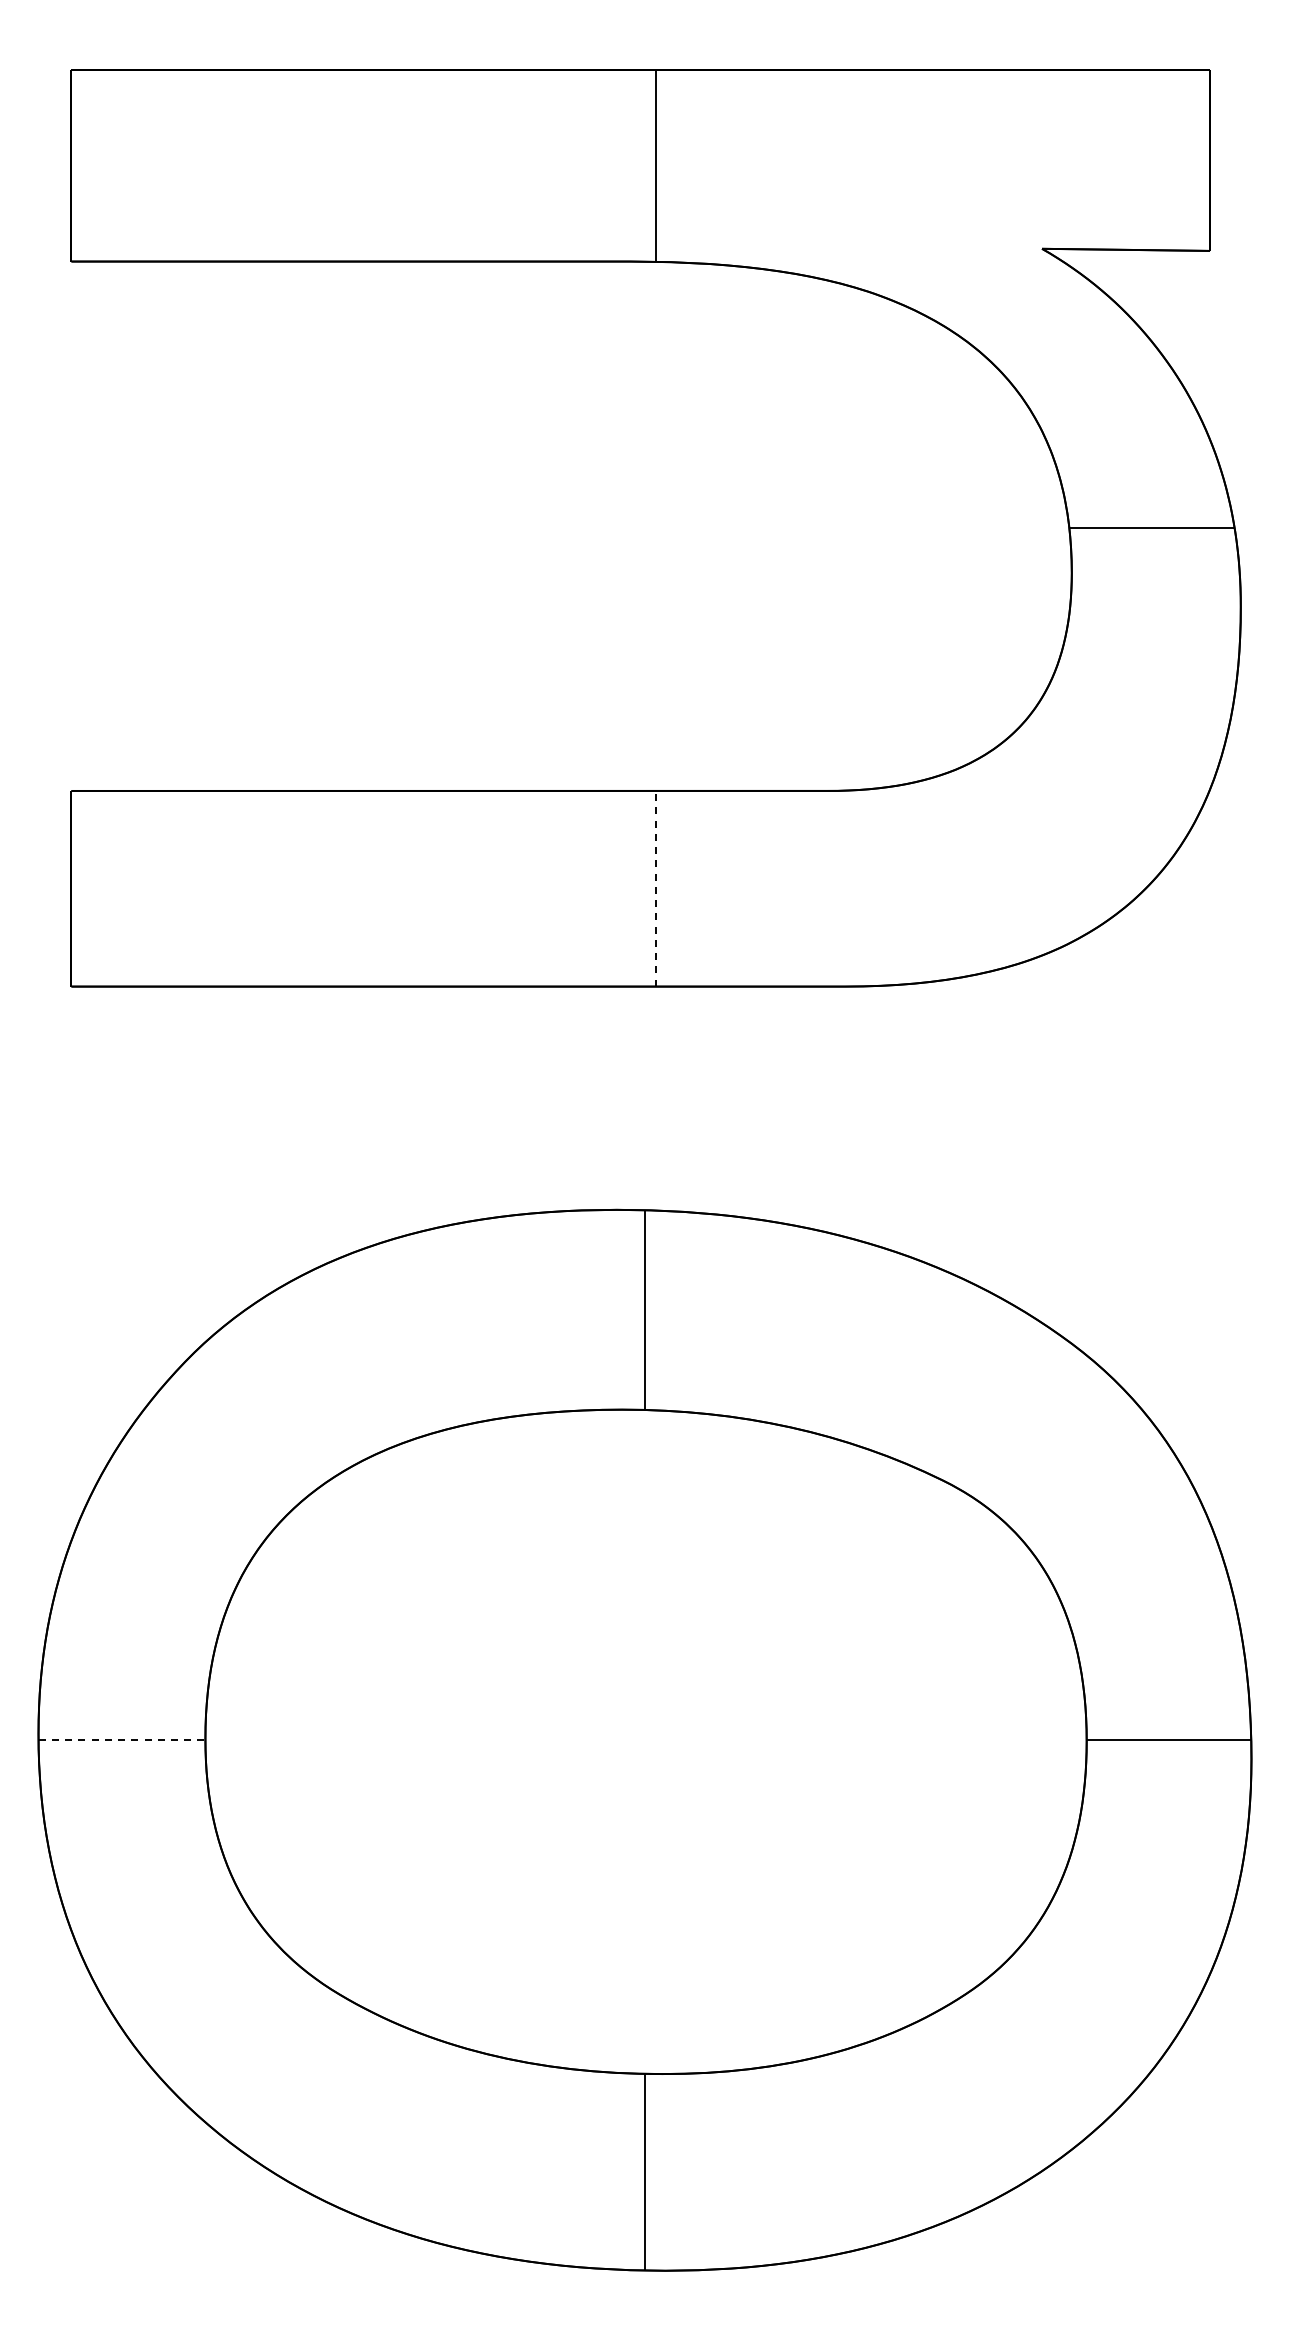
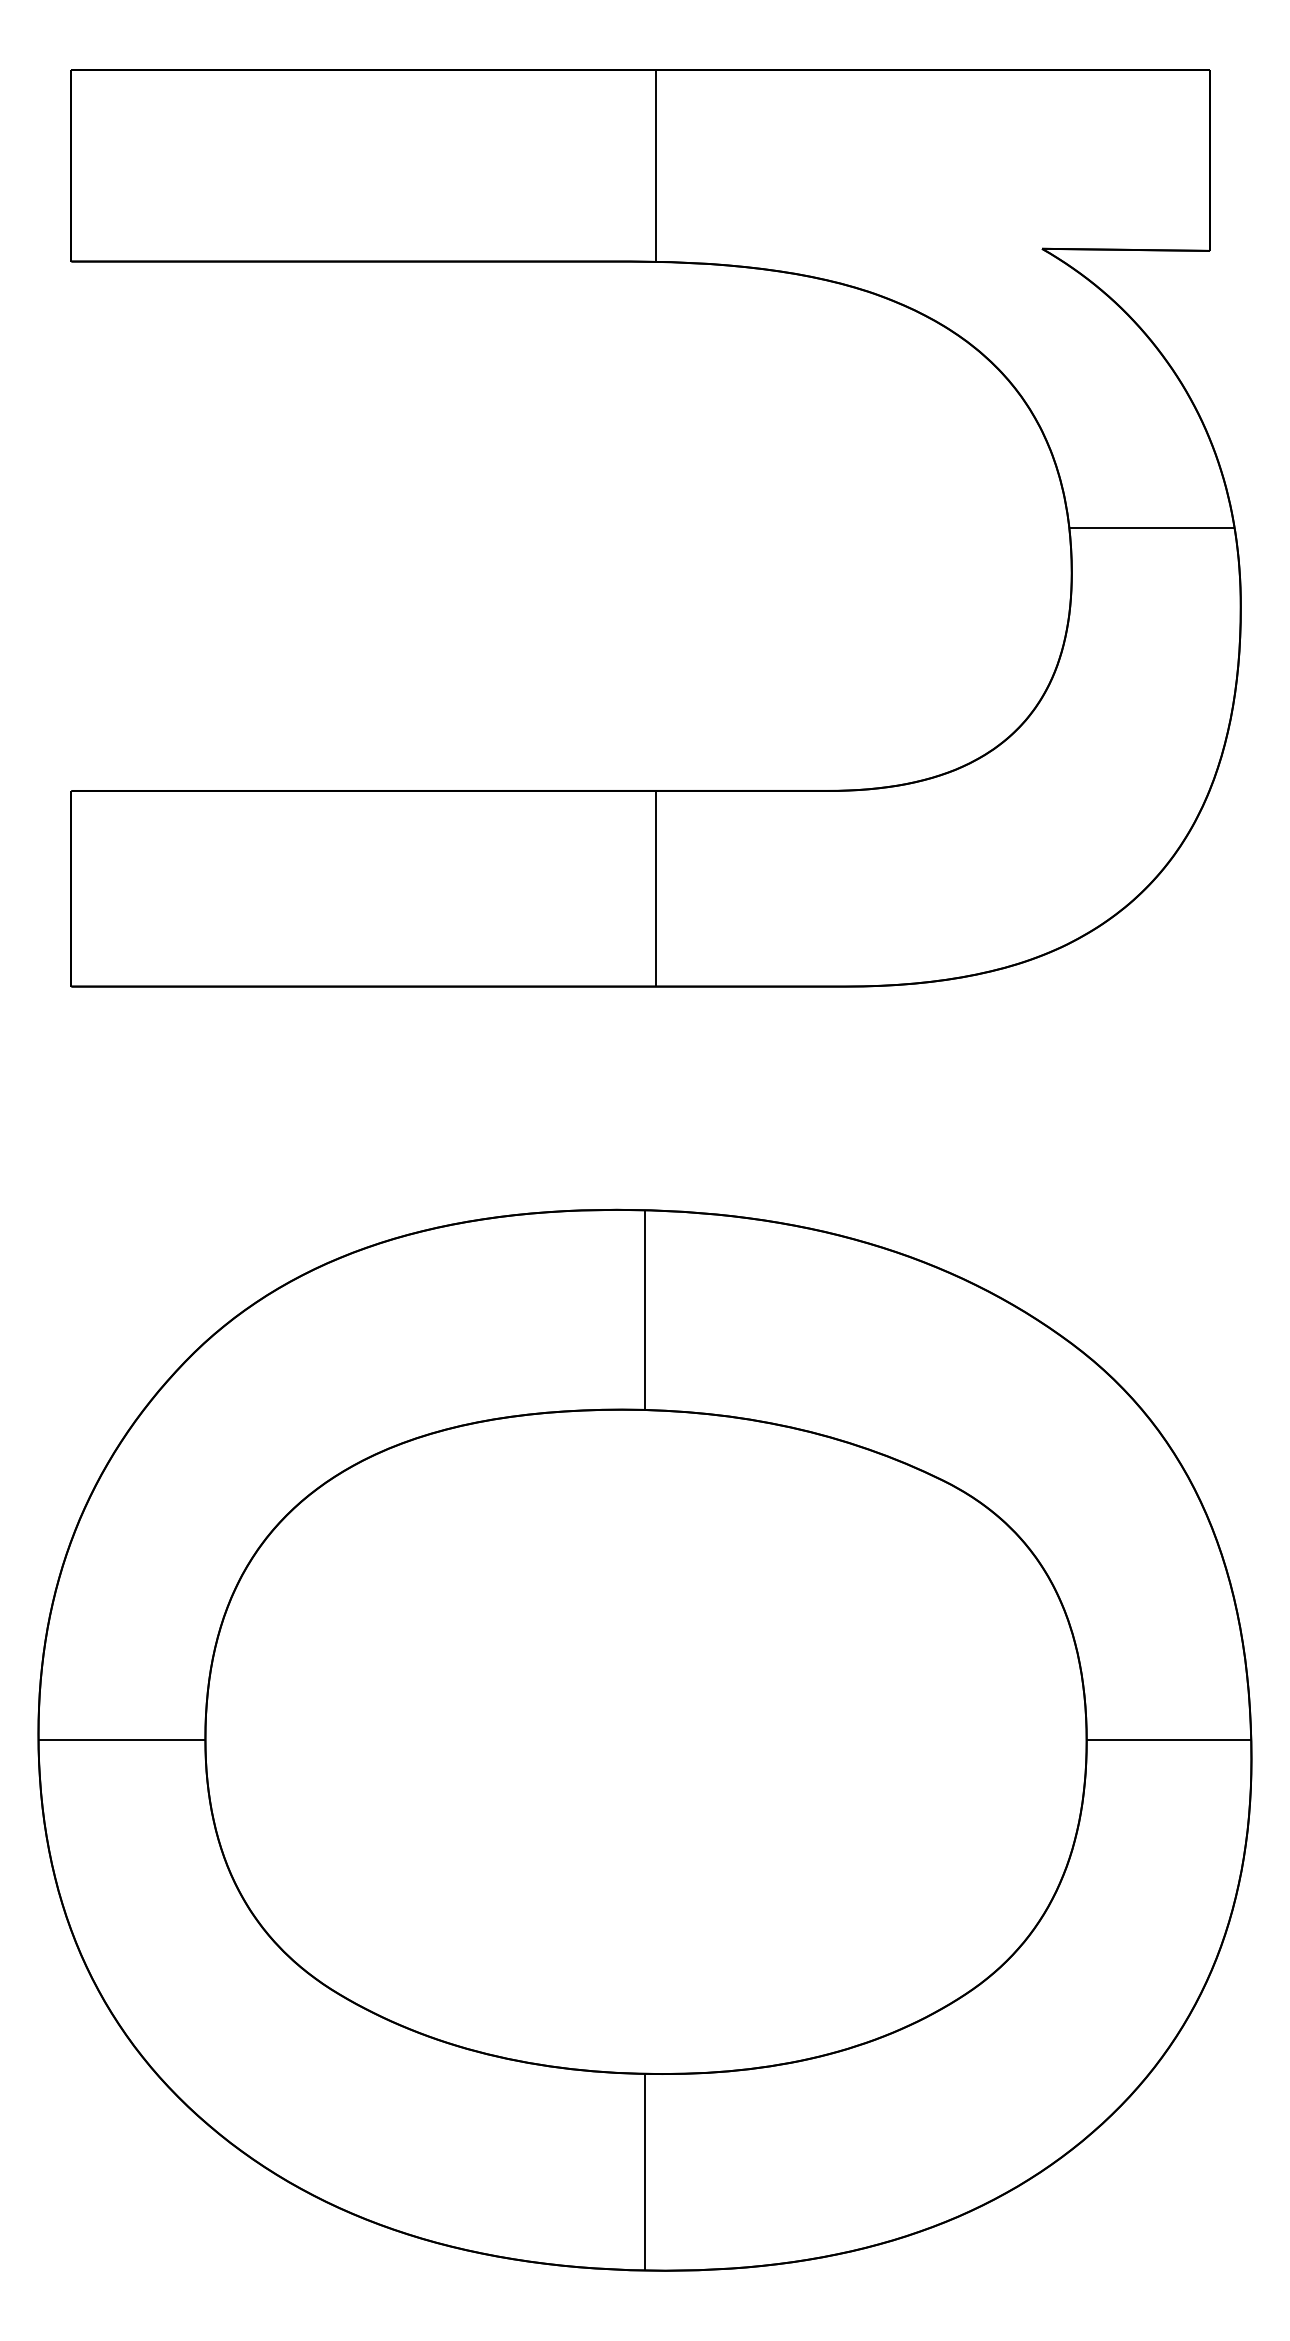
line at (656, 888): dashed -> solid
line at (122, 1740): dashed -> solid
